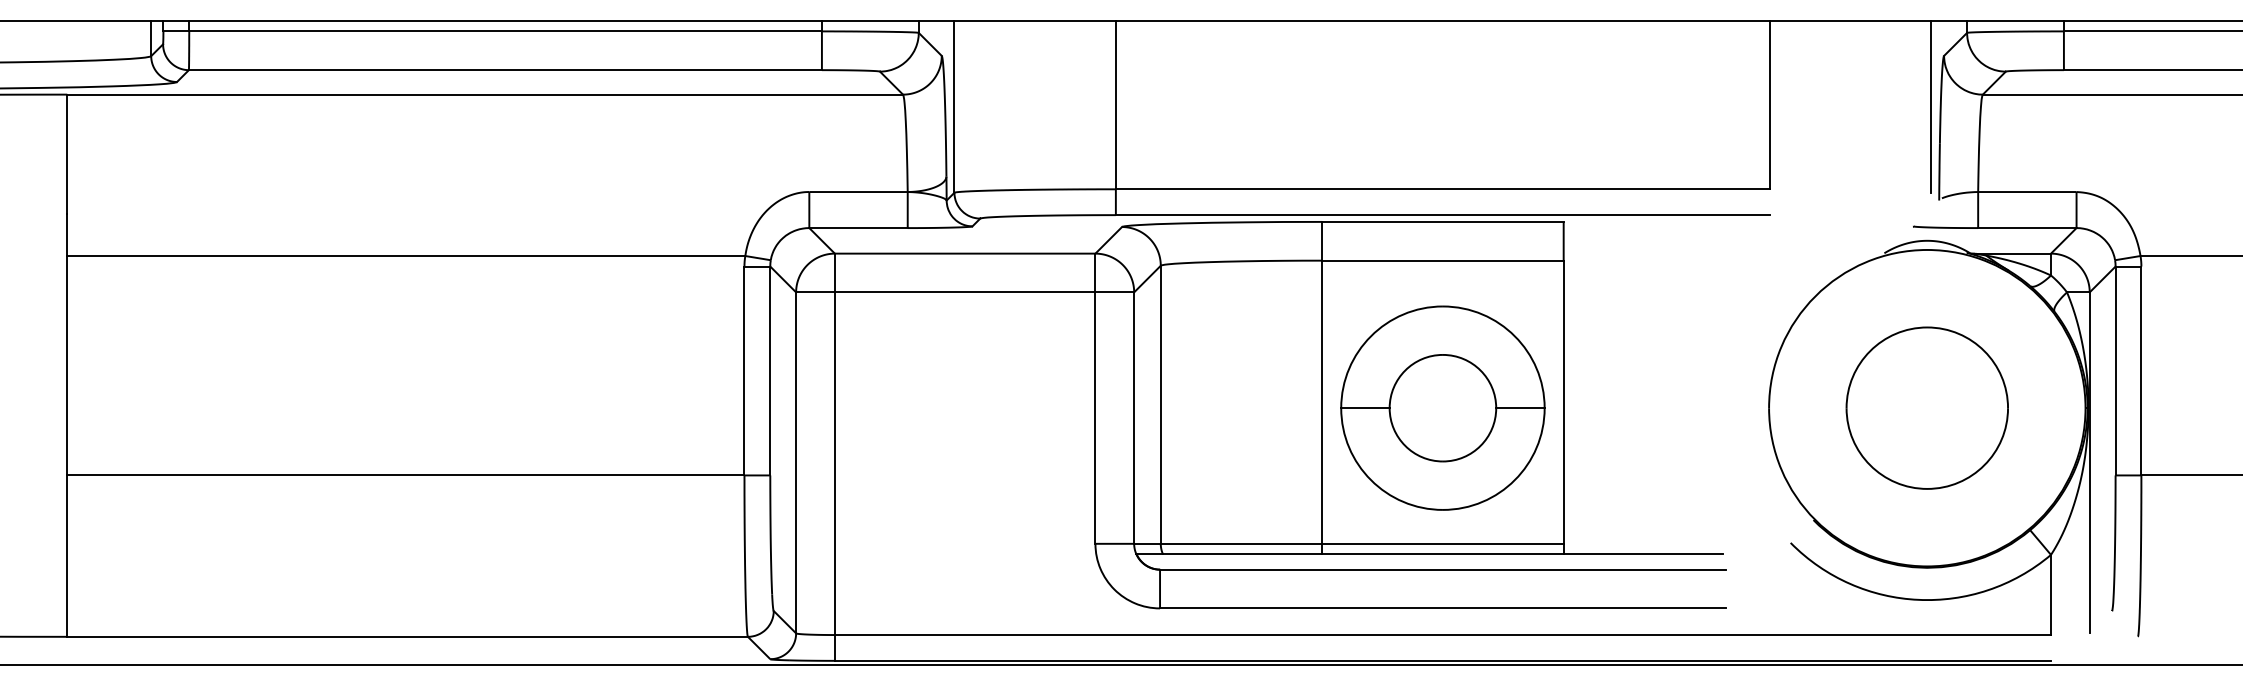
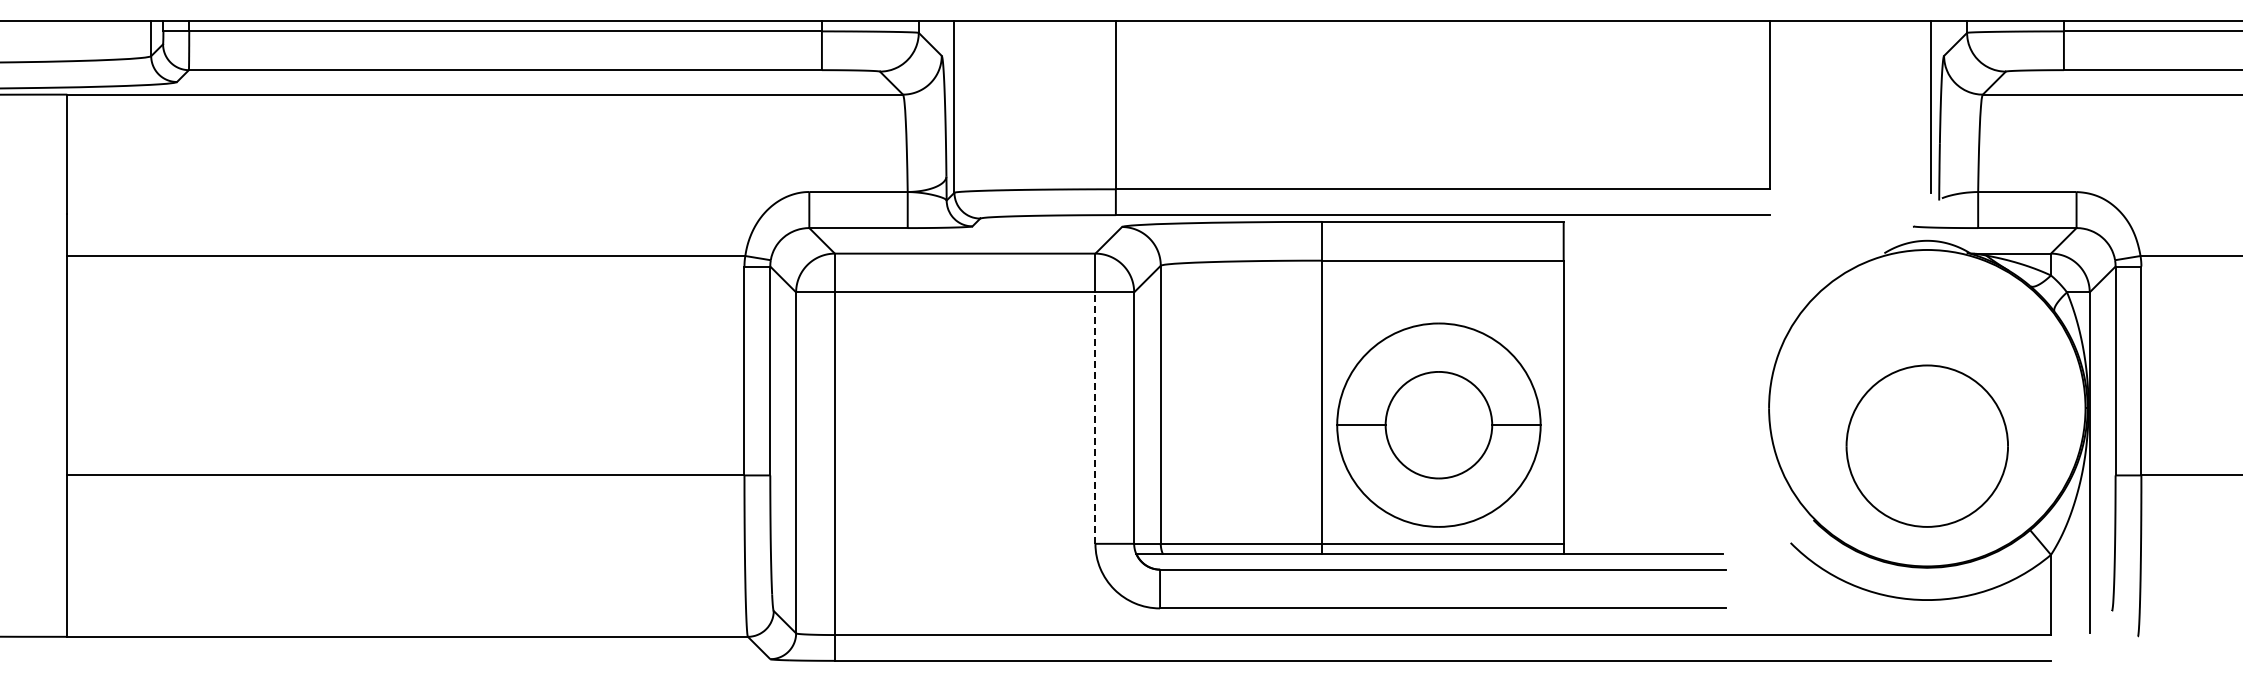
part at (1442, 407) position: (1442, 407) -> (1438, 424)
part at (1926, 407) position: (1926, 407) -> (1926, 445)
line at (1095, 418): solid -> dashed
line at (1120, 665): present -> none
